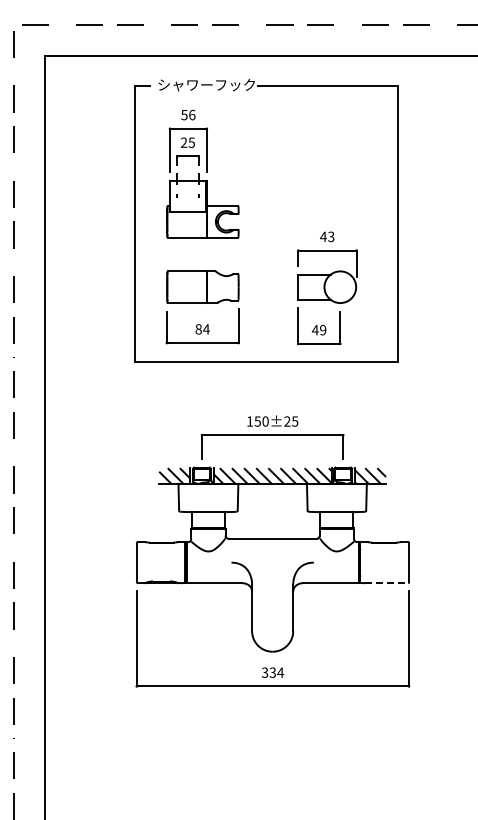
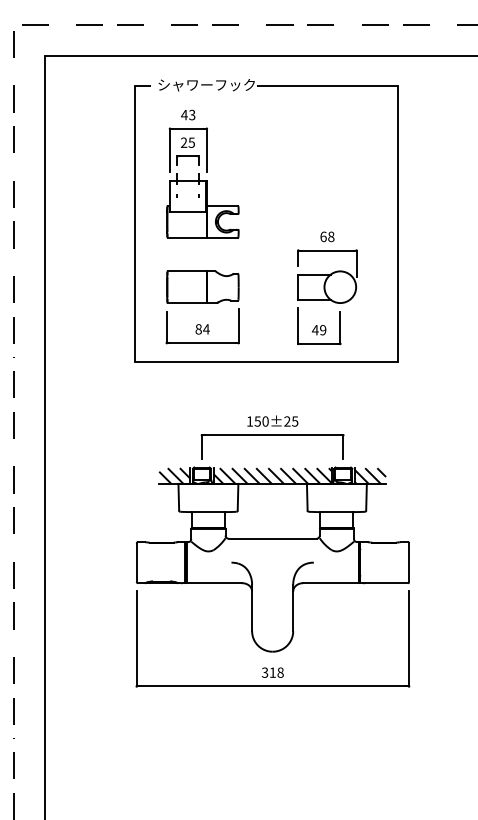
text at (188, 114): 56 -> 43
text at (327, 236): 43 -> 68
line at (387, 583): dashed -> solid
text at (276, 672): 334 -> 318
